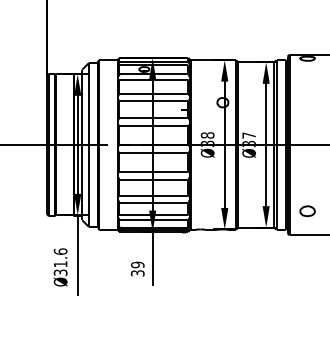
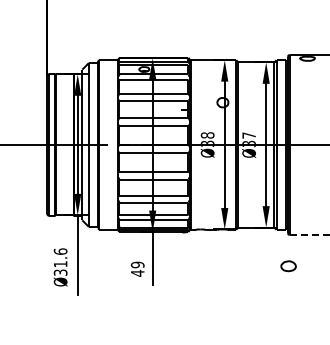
part at (307, 211) position: (307, 211) -> (288, 266)
line at (309, 235): solid -> dashed
text at (137, 273): 39 -> 49
